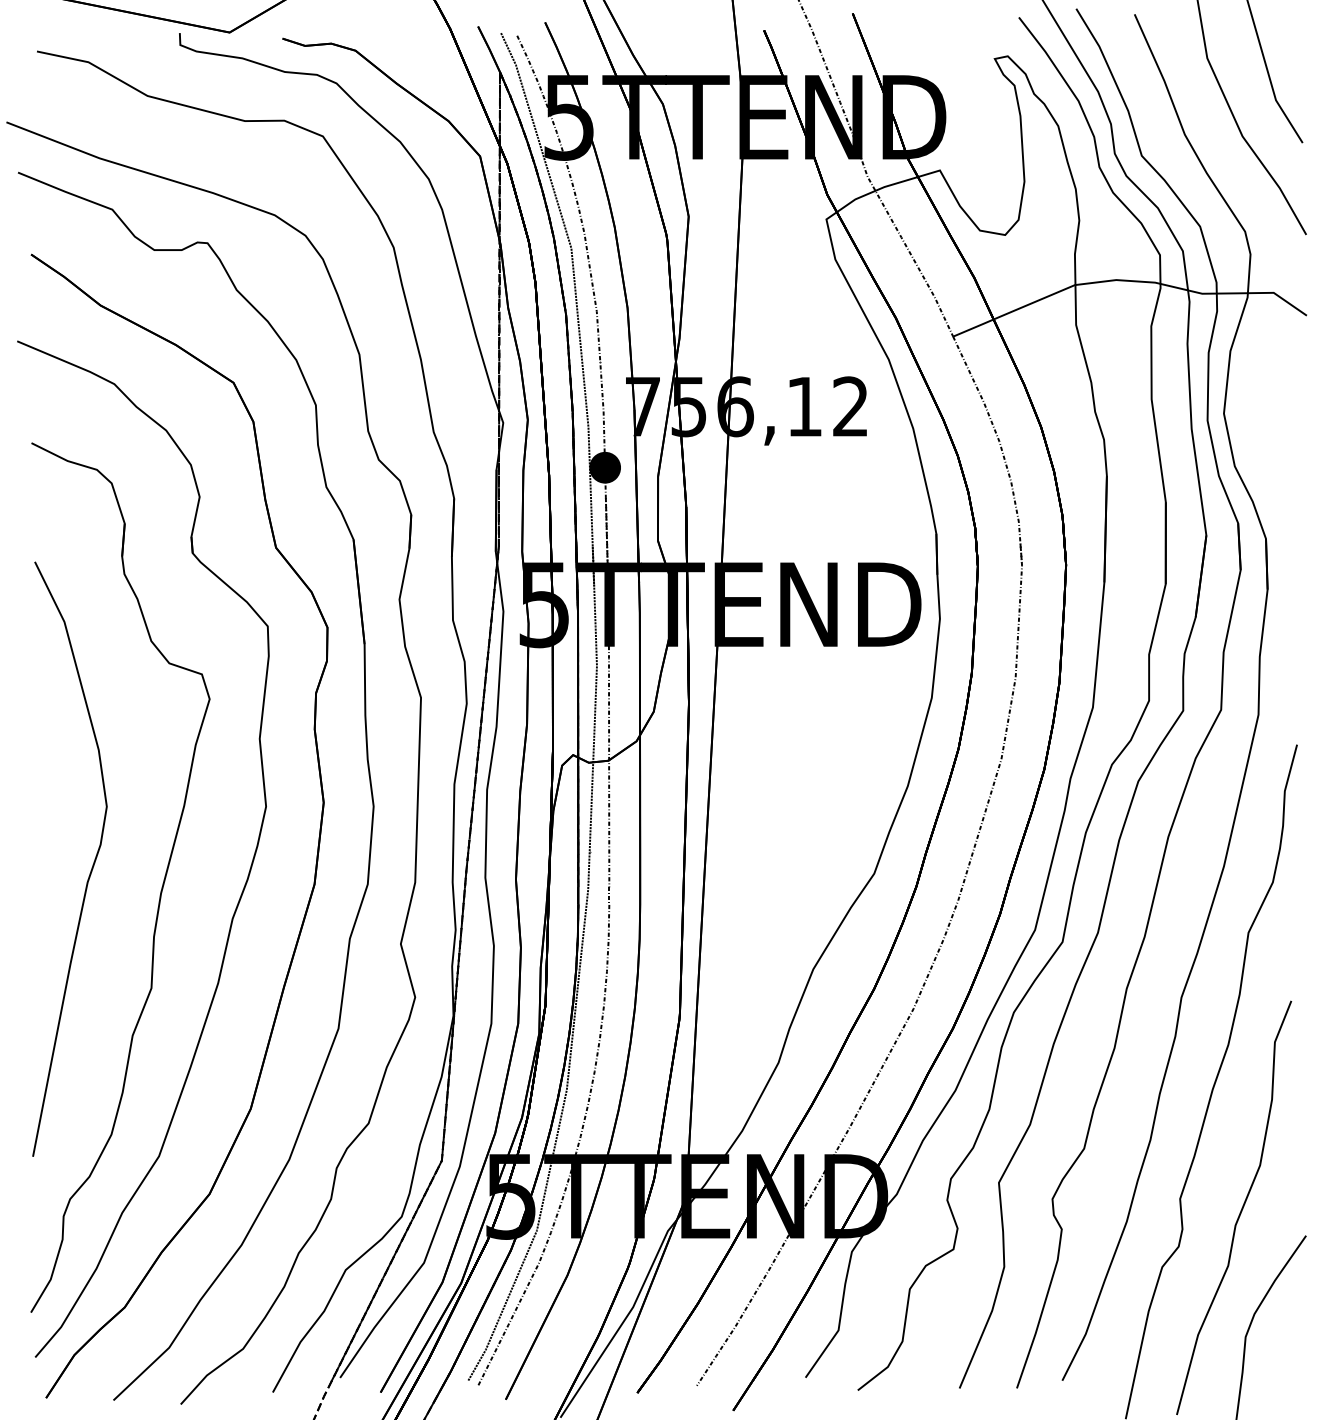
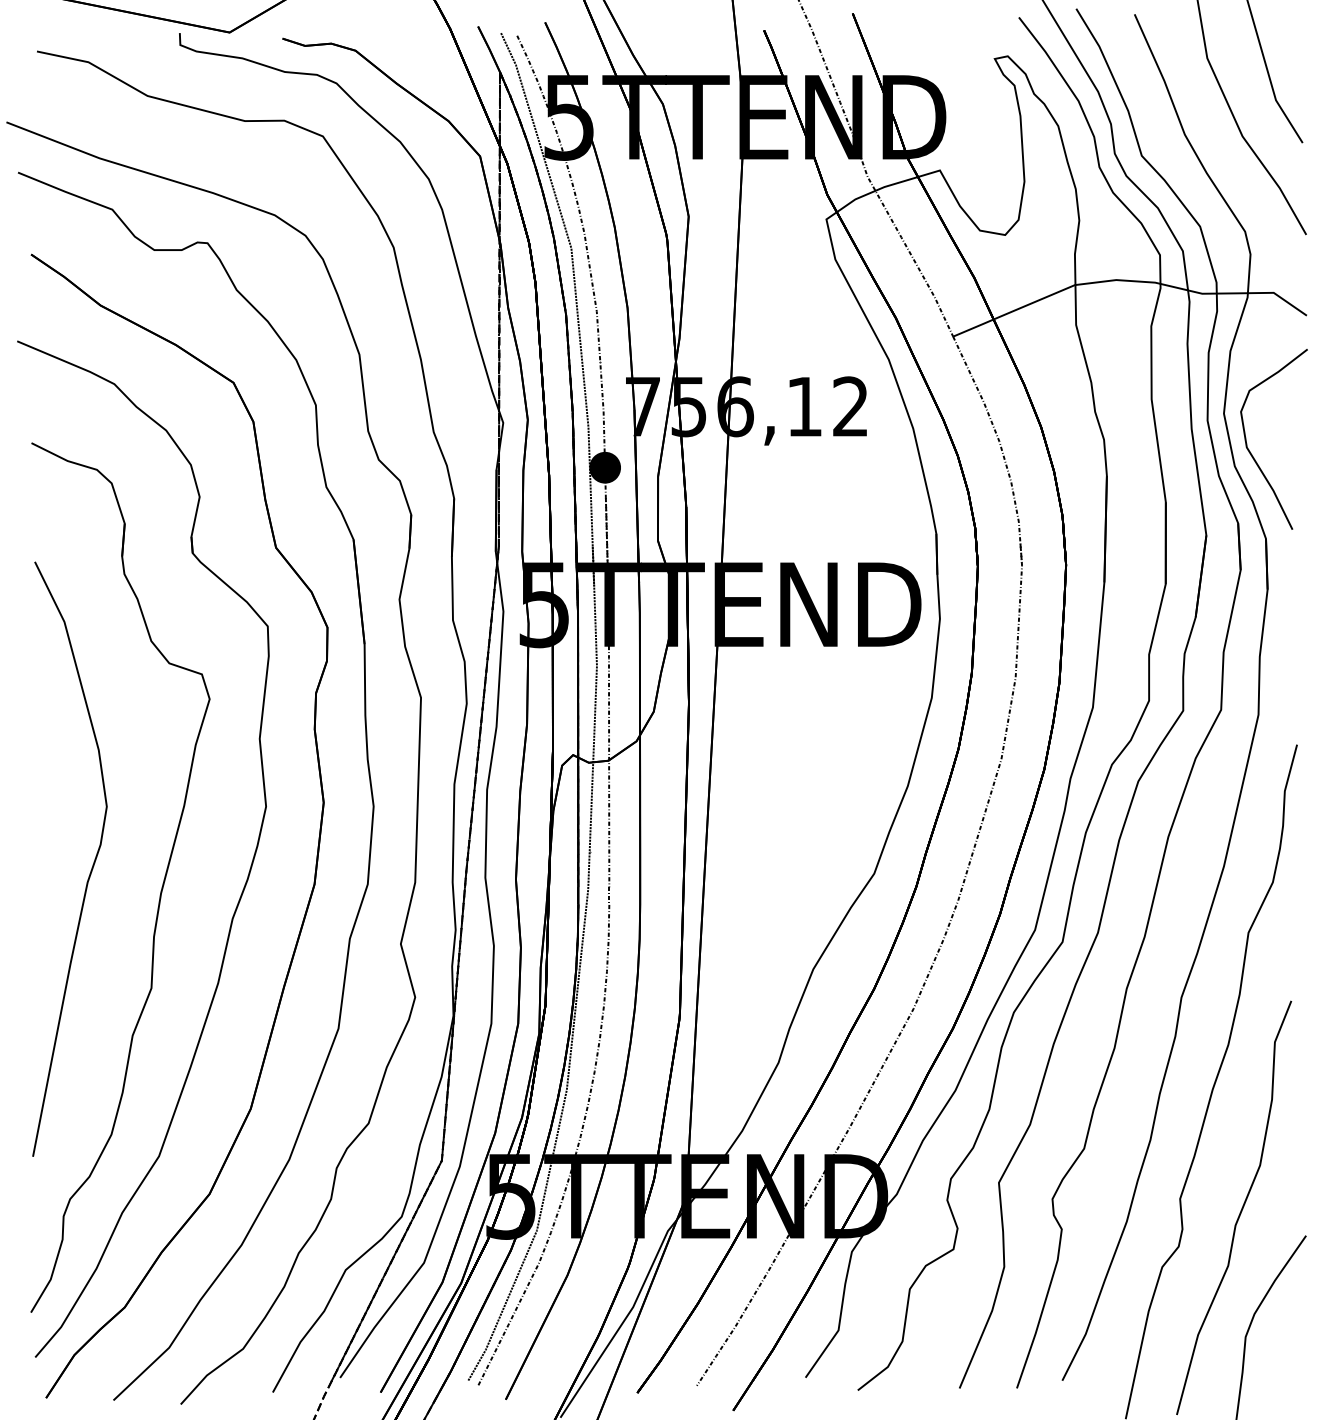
curve at (1252, 454): none -> present
